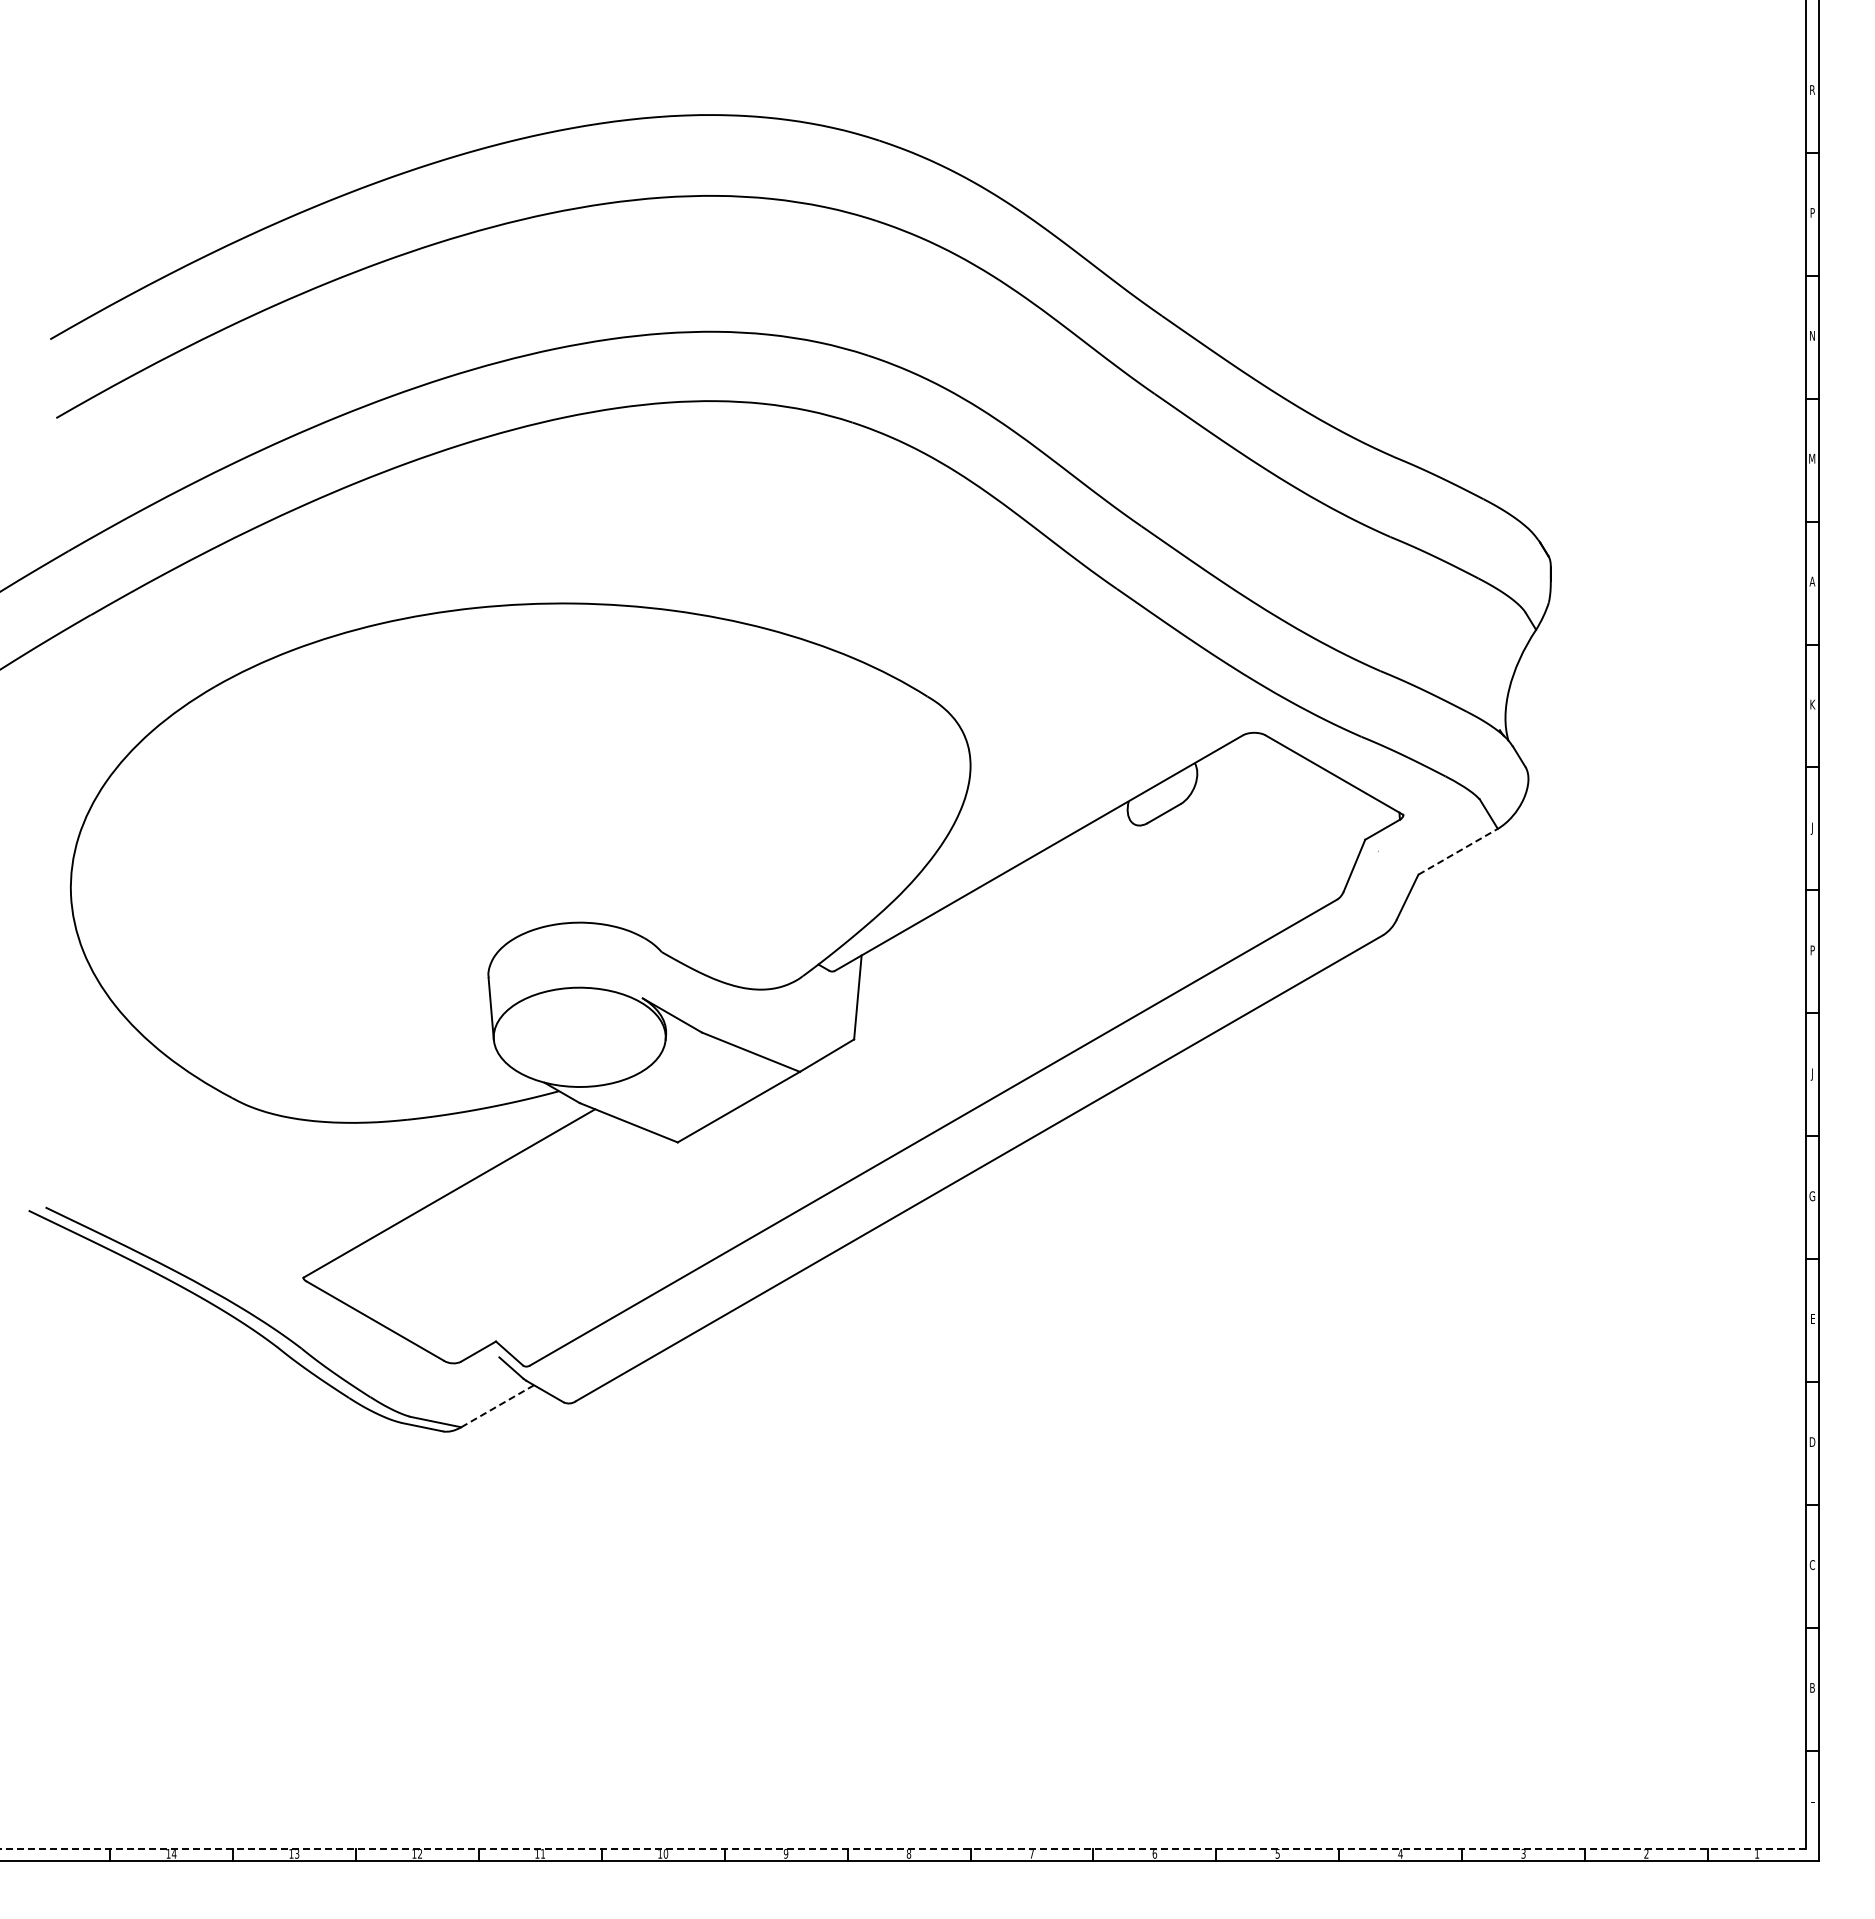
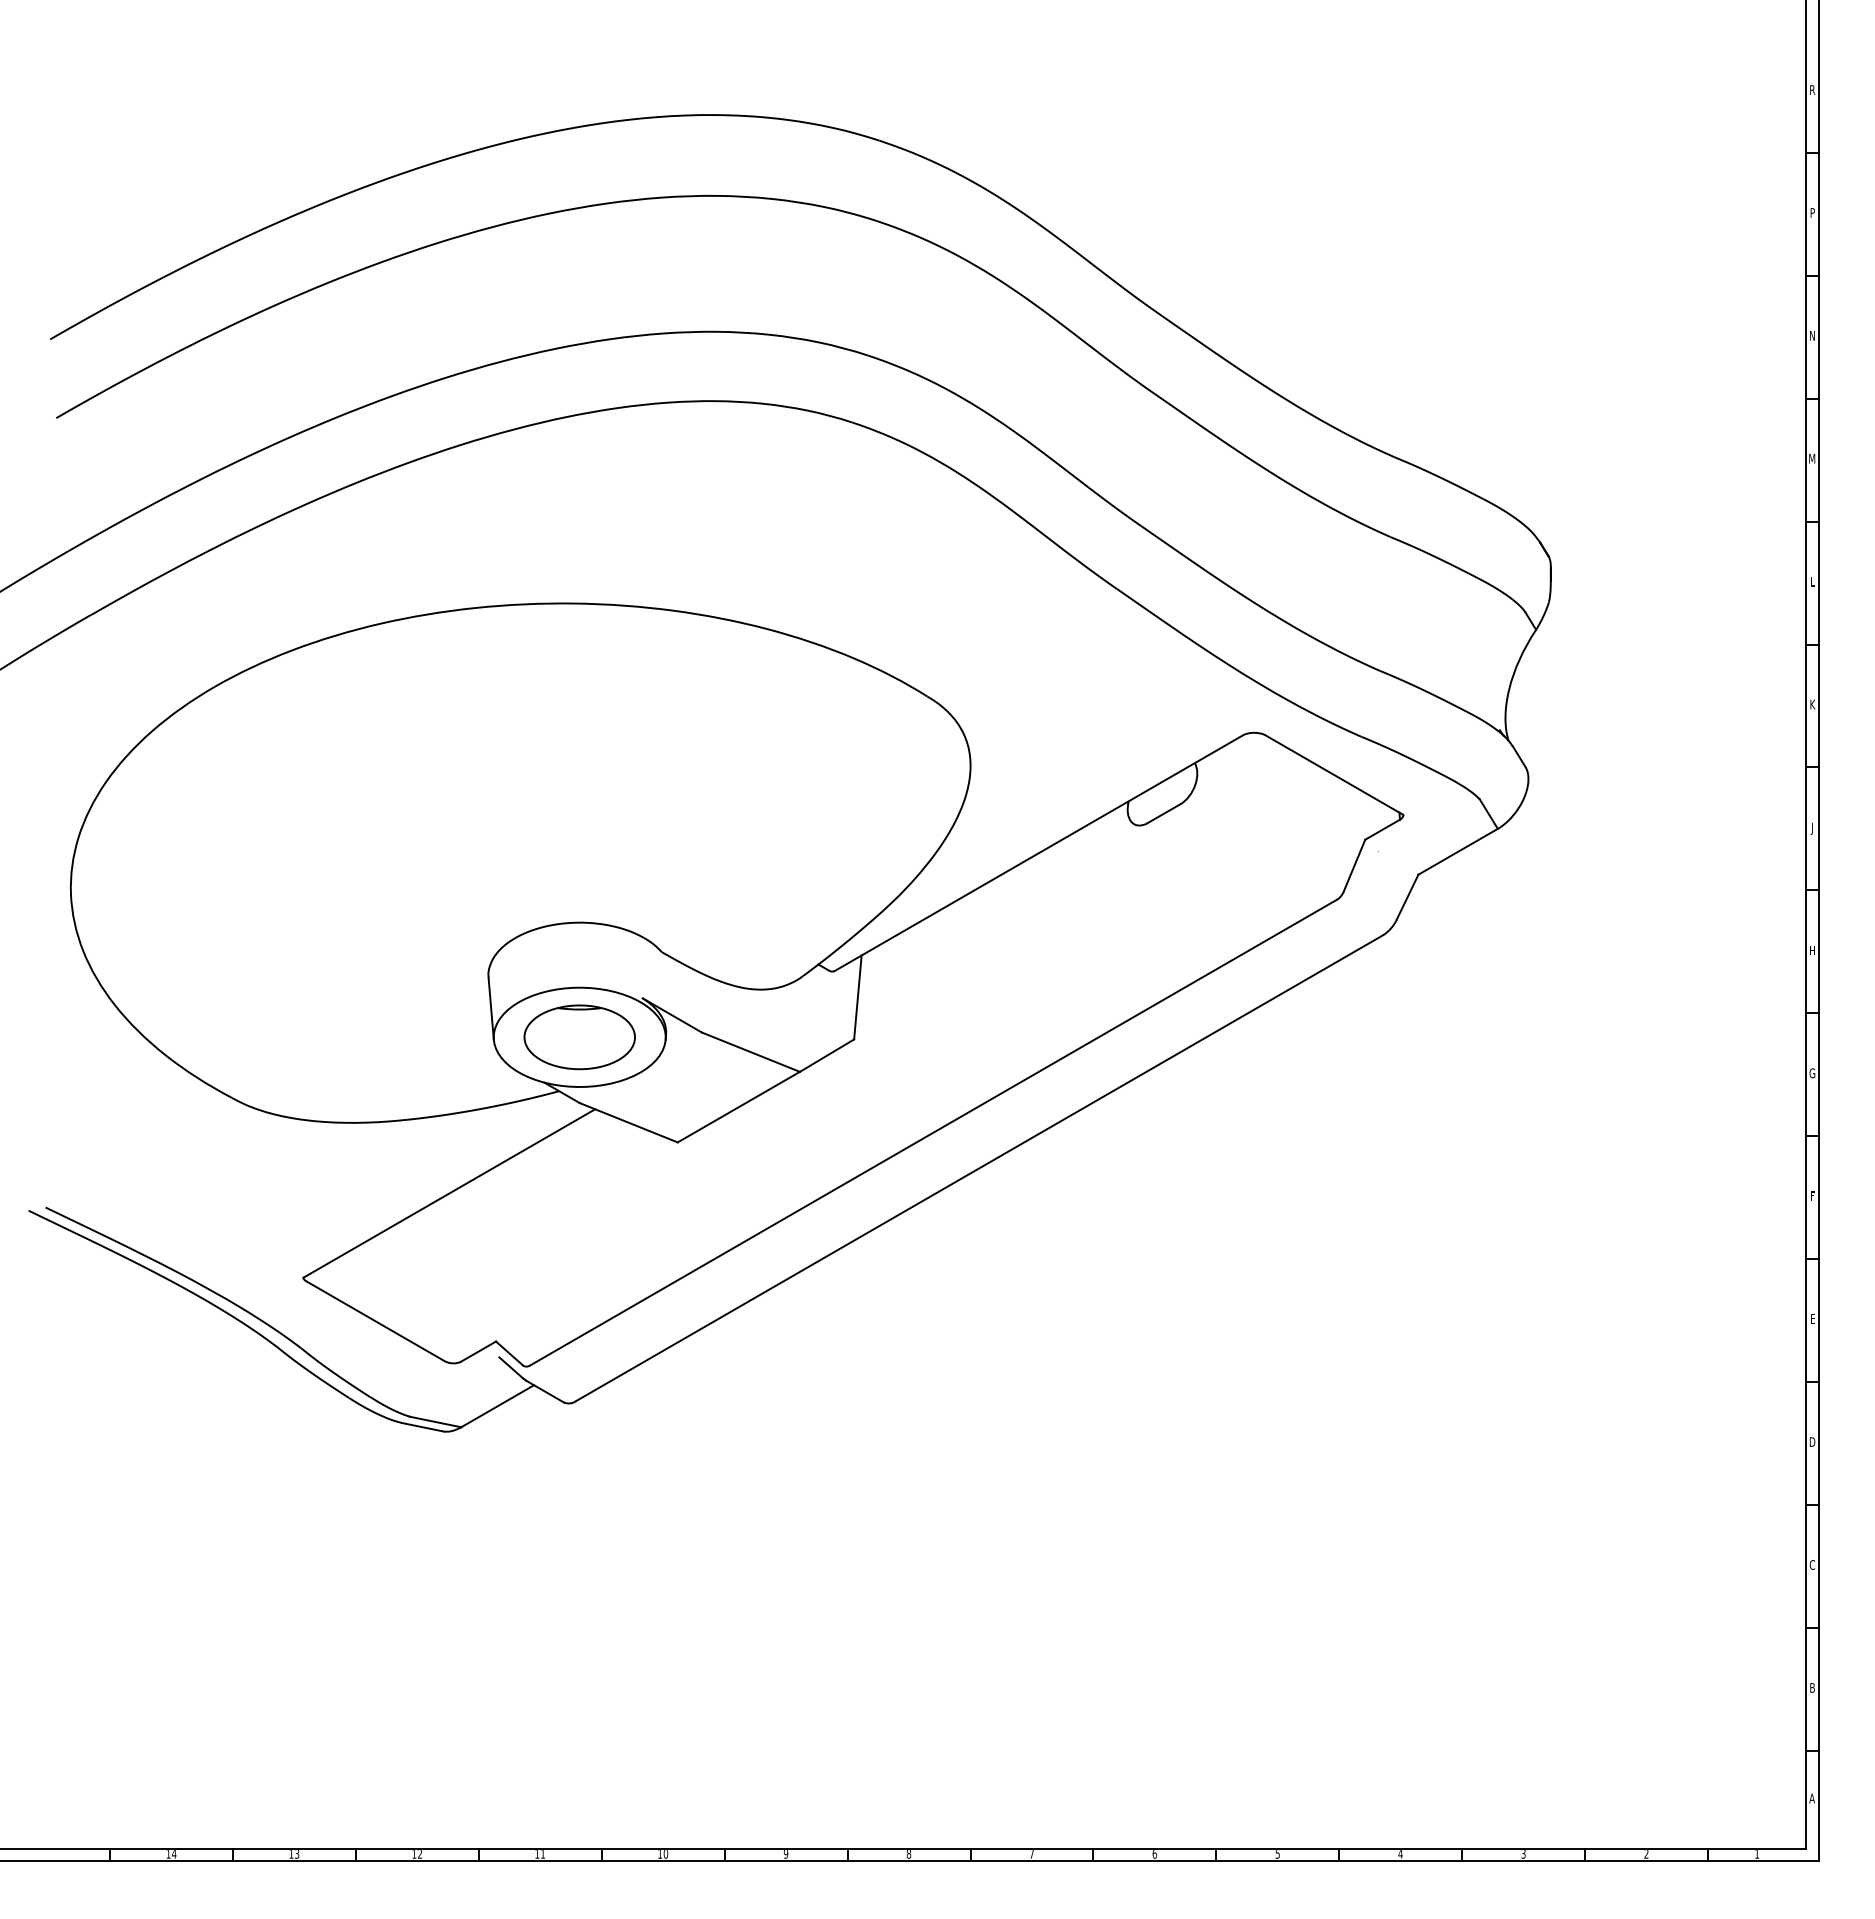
text at (1812, 581): A -> L
line at (1458, 851): dashed -> solid
text at (1812, 950): P -> H
part at (579, 1037): none -> present
text at (1812, 1074): J -> G
text at (1812, 1196): G -> F
line at (498, 1406): dashed -> solid
text at (1811, 1798): L -> A
line at (902, 1849): dashed -> solid
